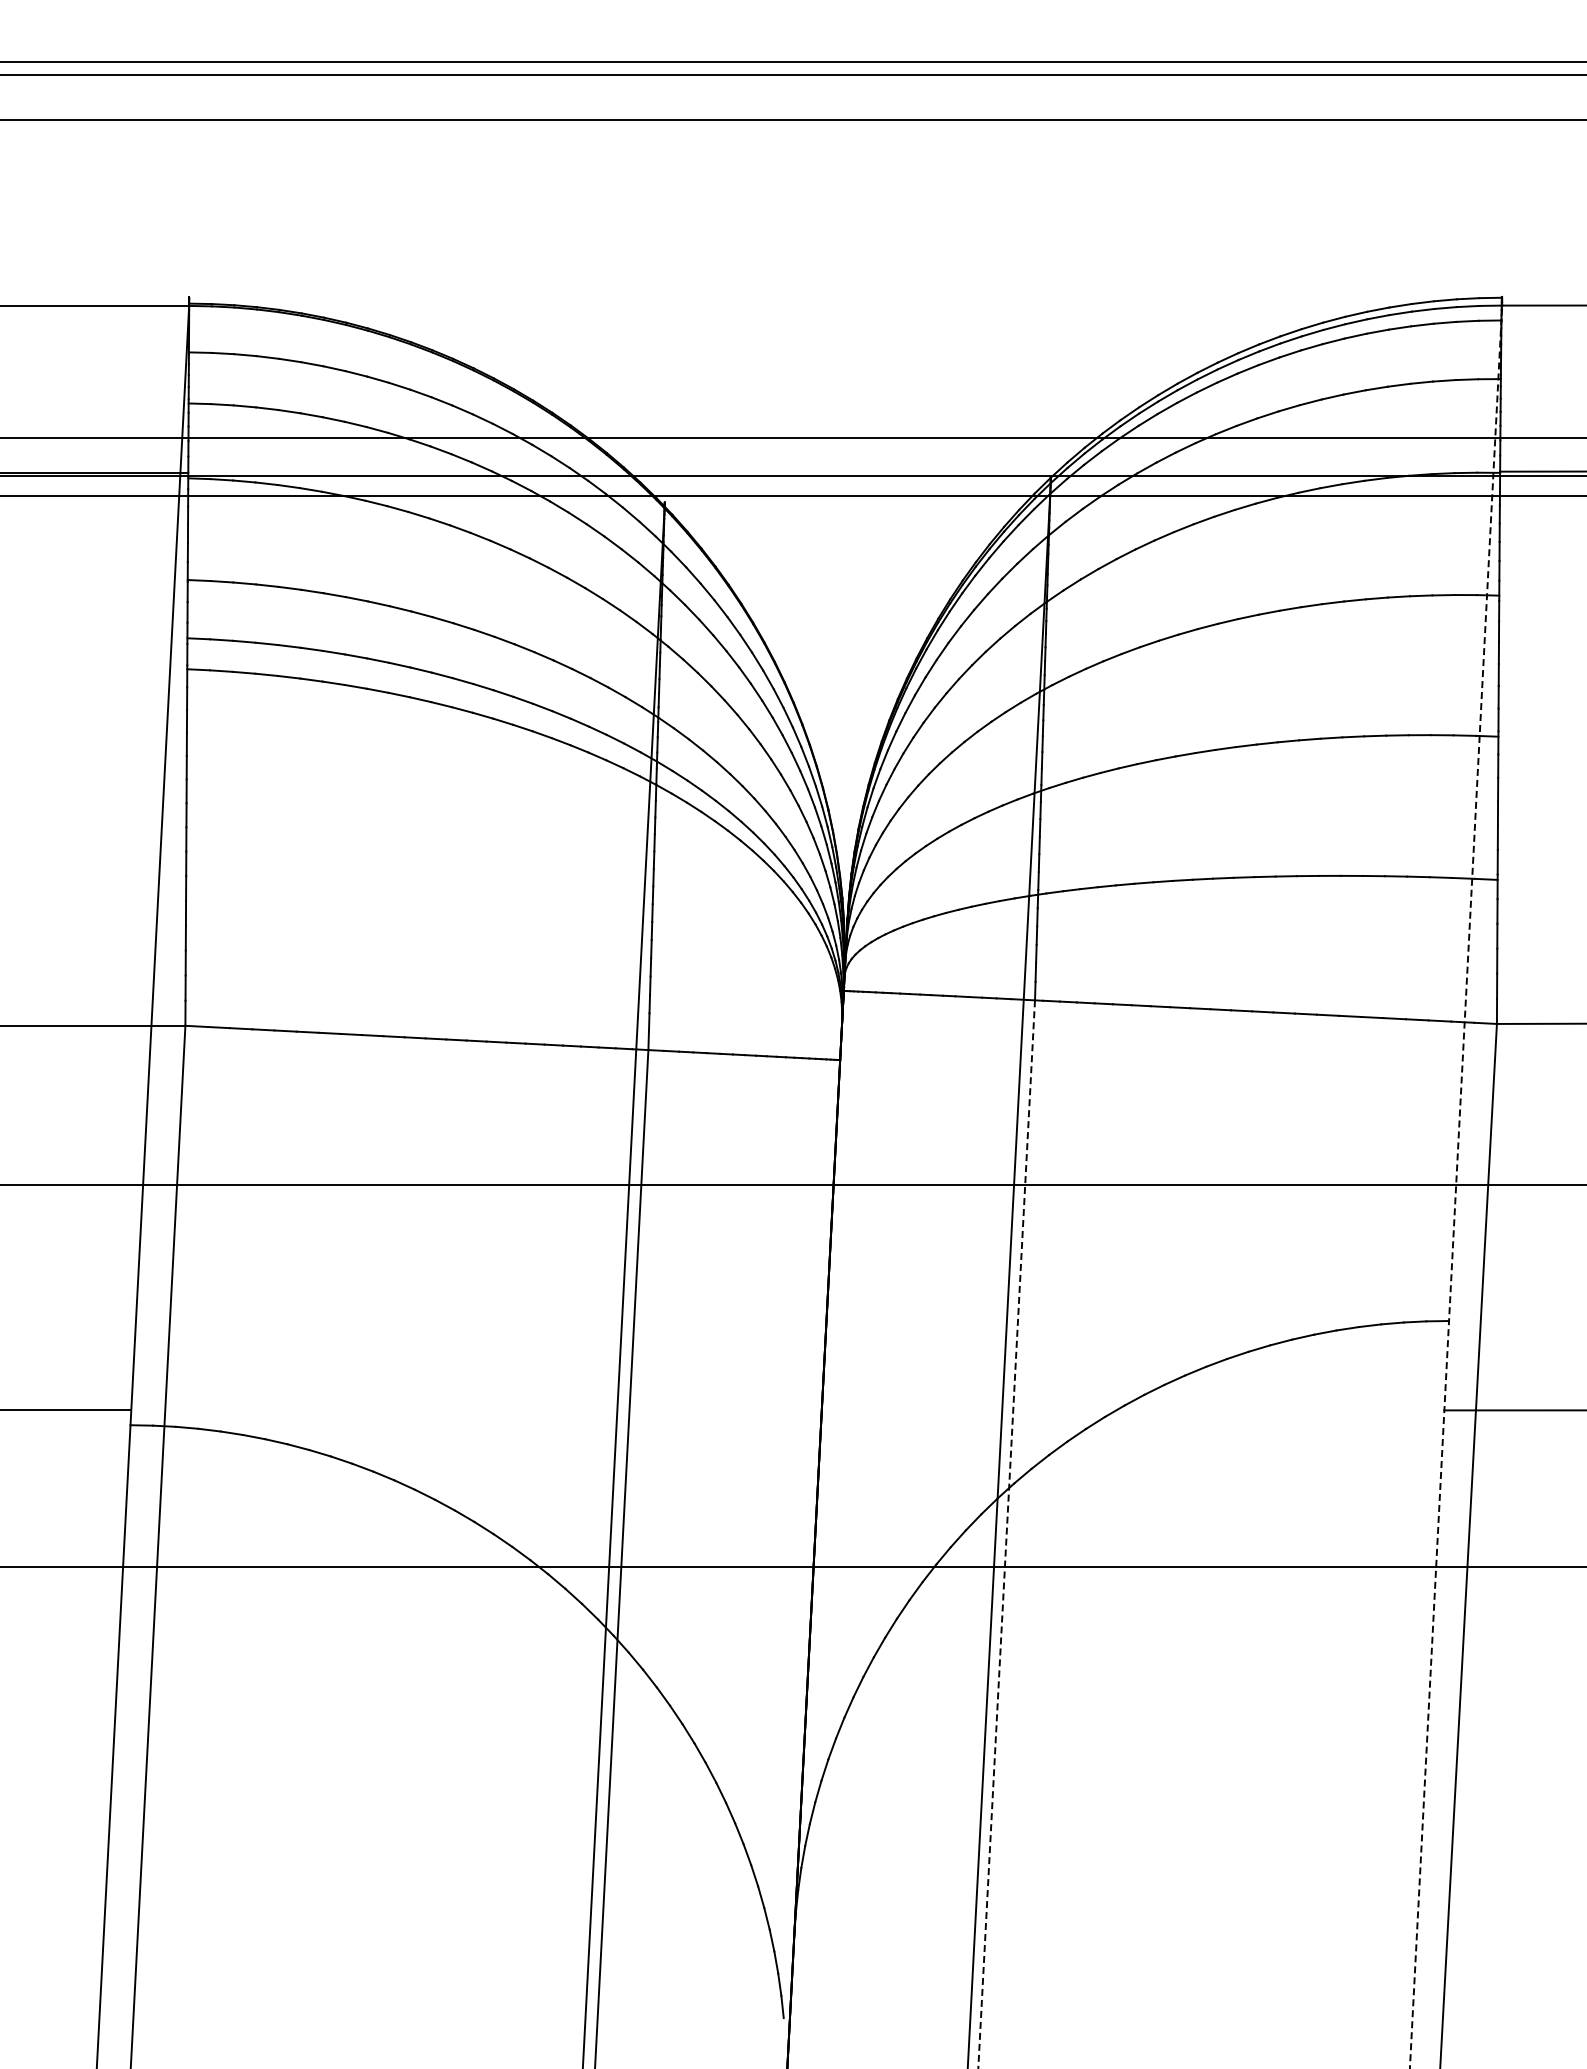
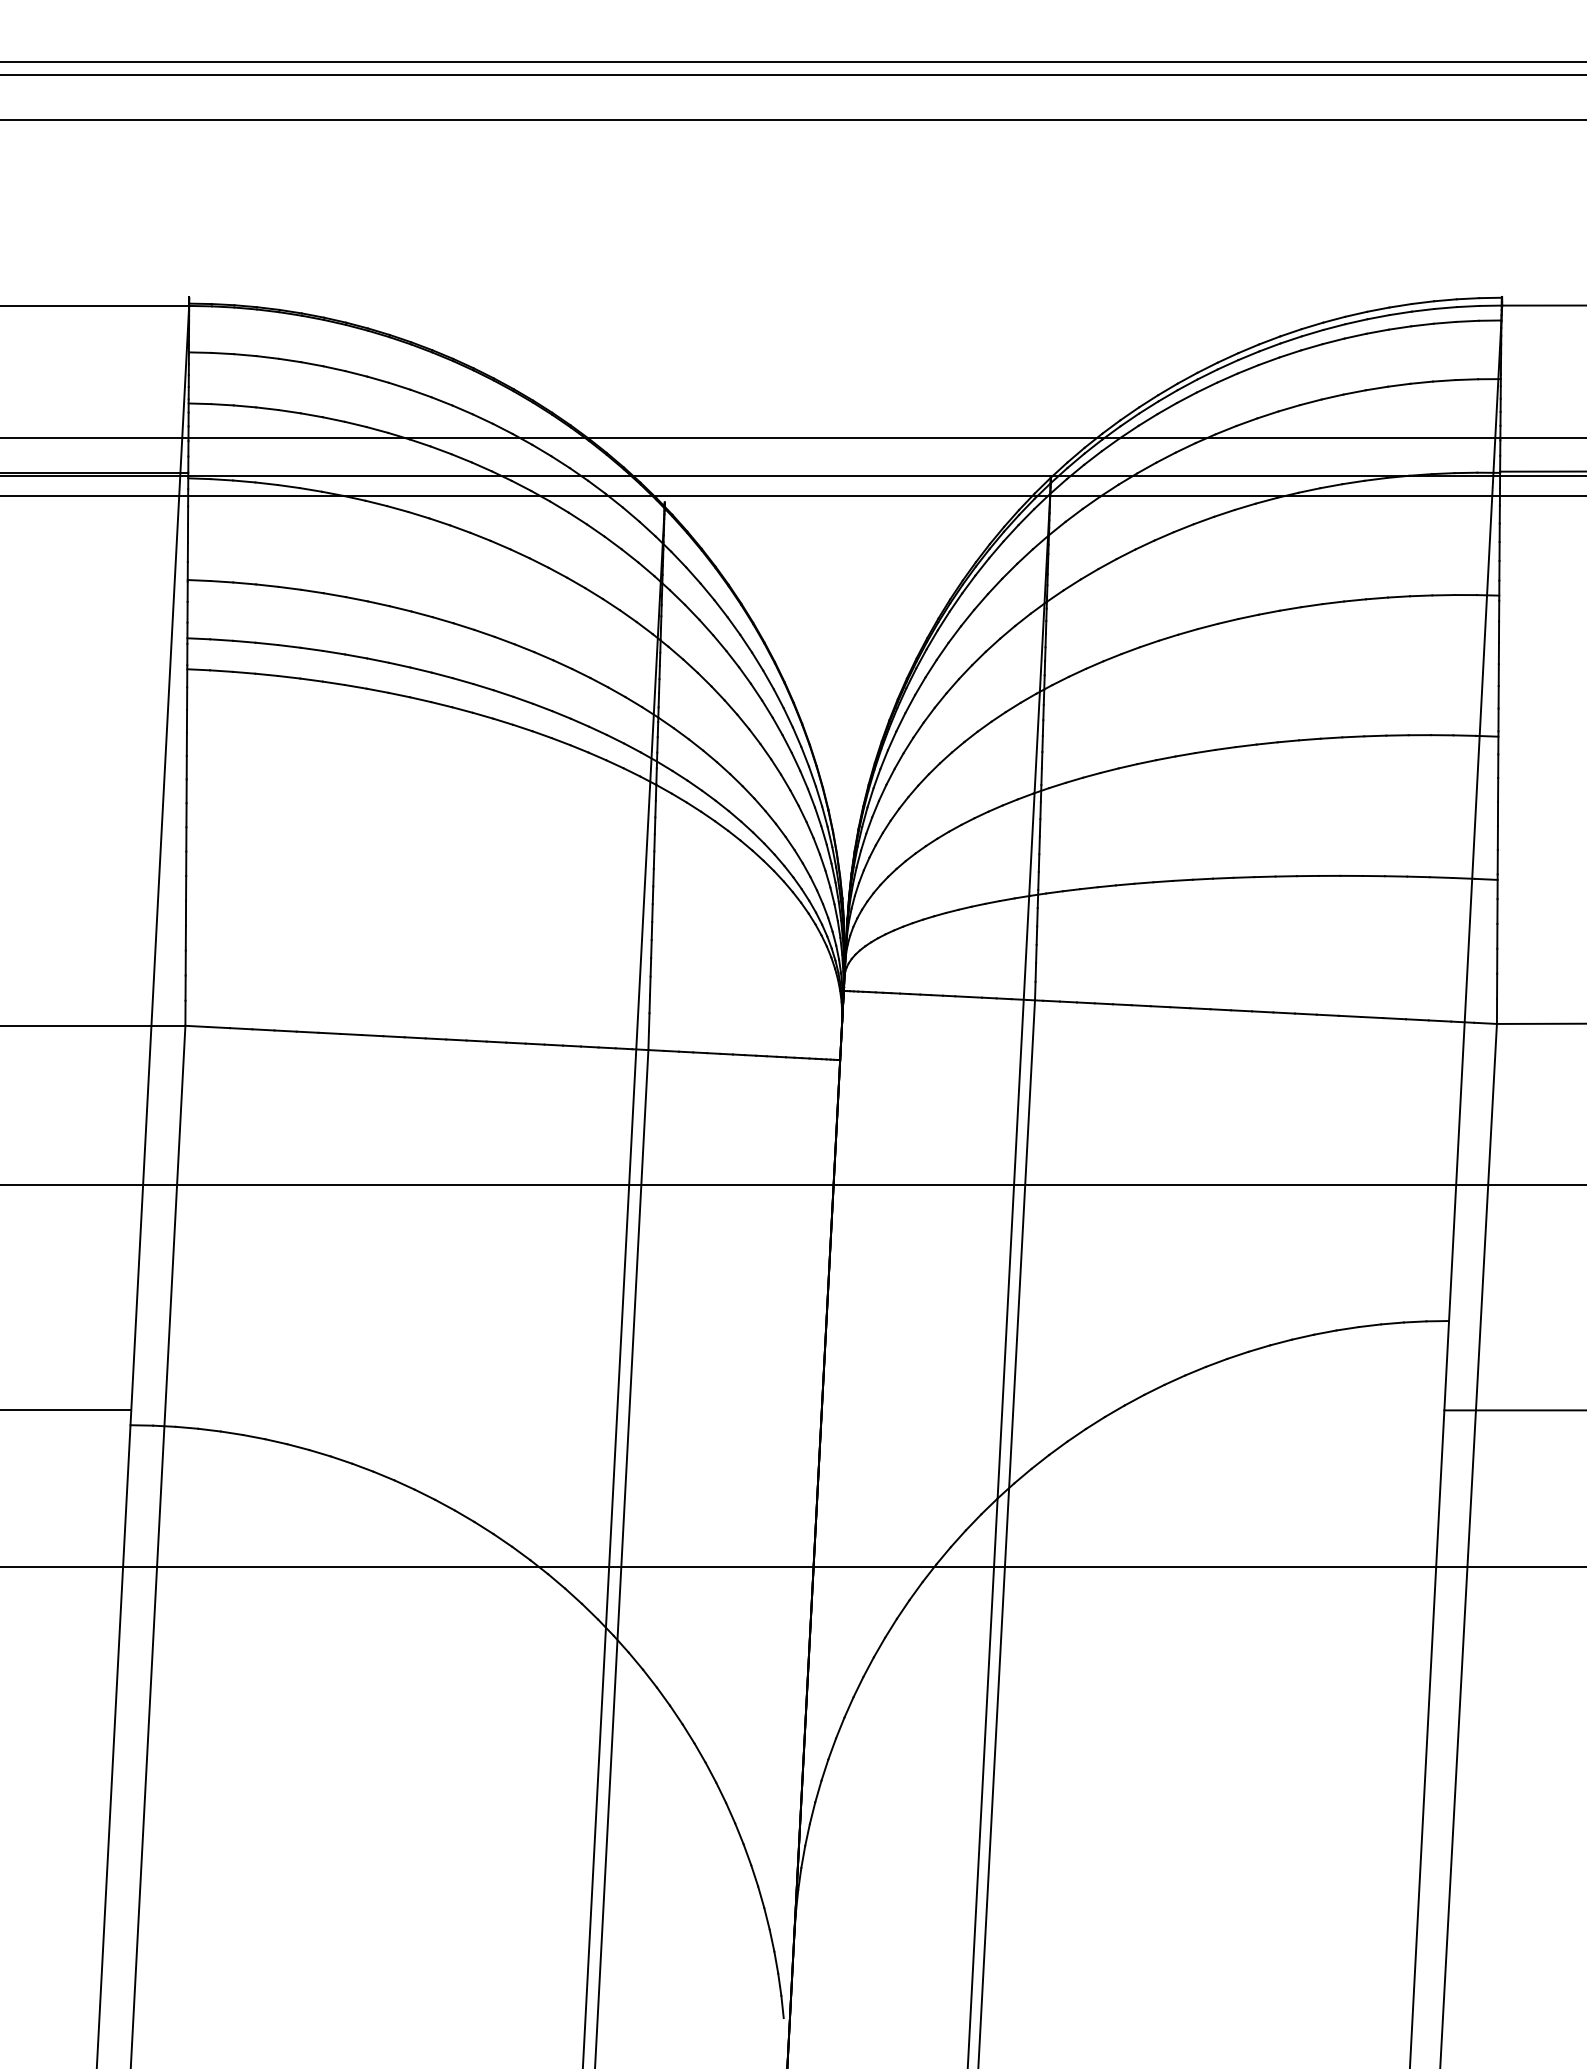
line at (1456, 1186): dashed -> solid
line at (1006, 1534): dashed -> solid
